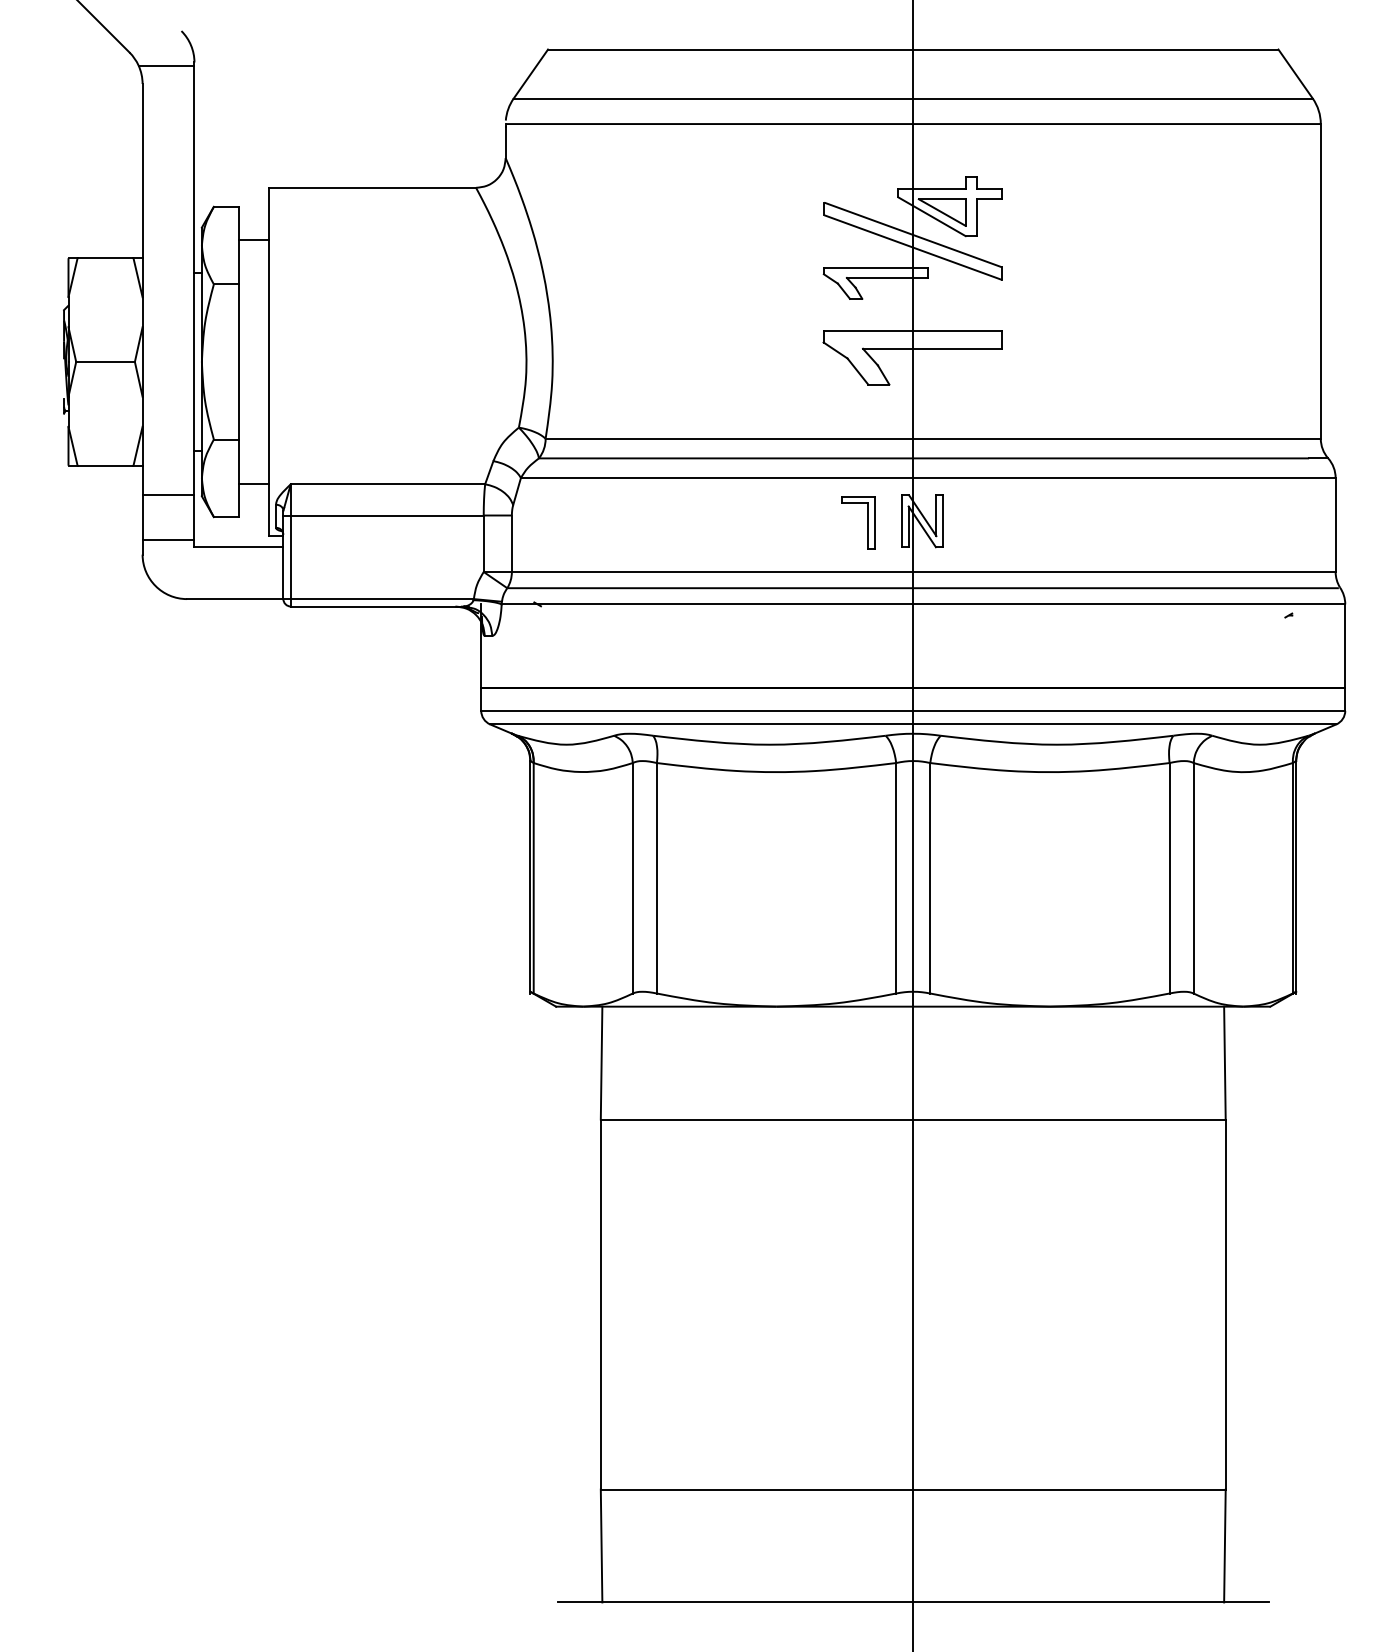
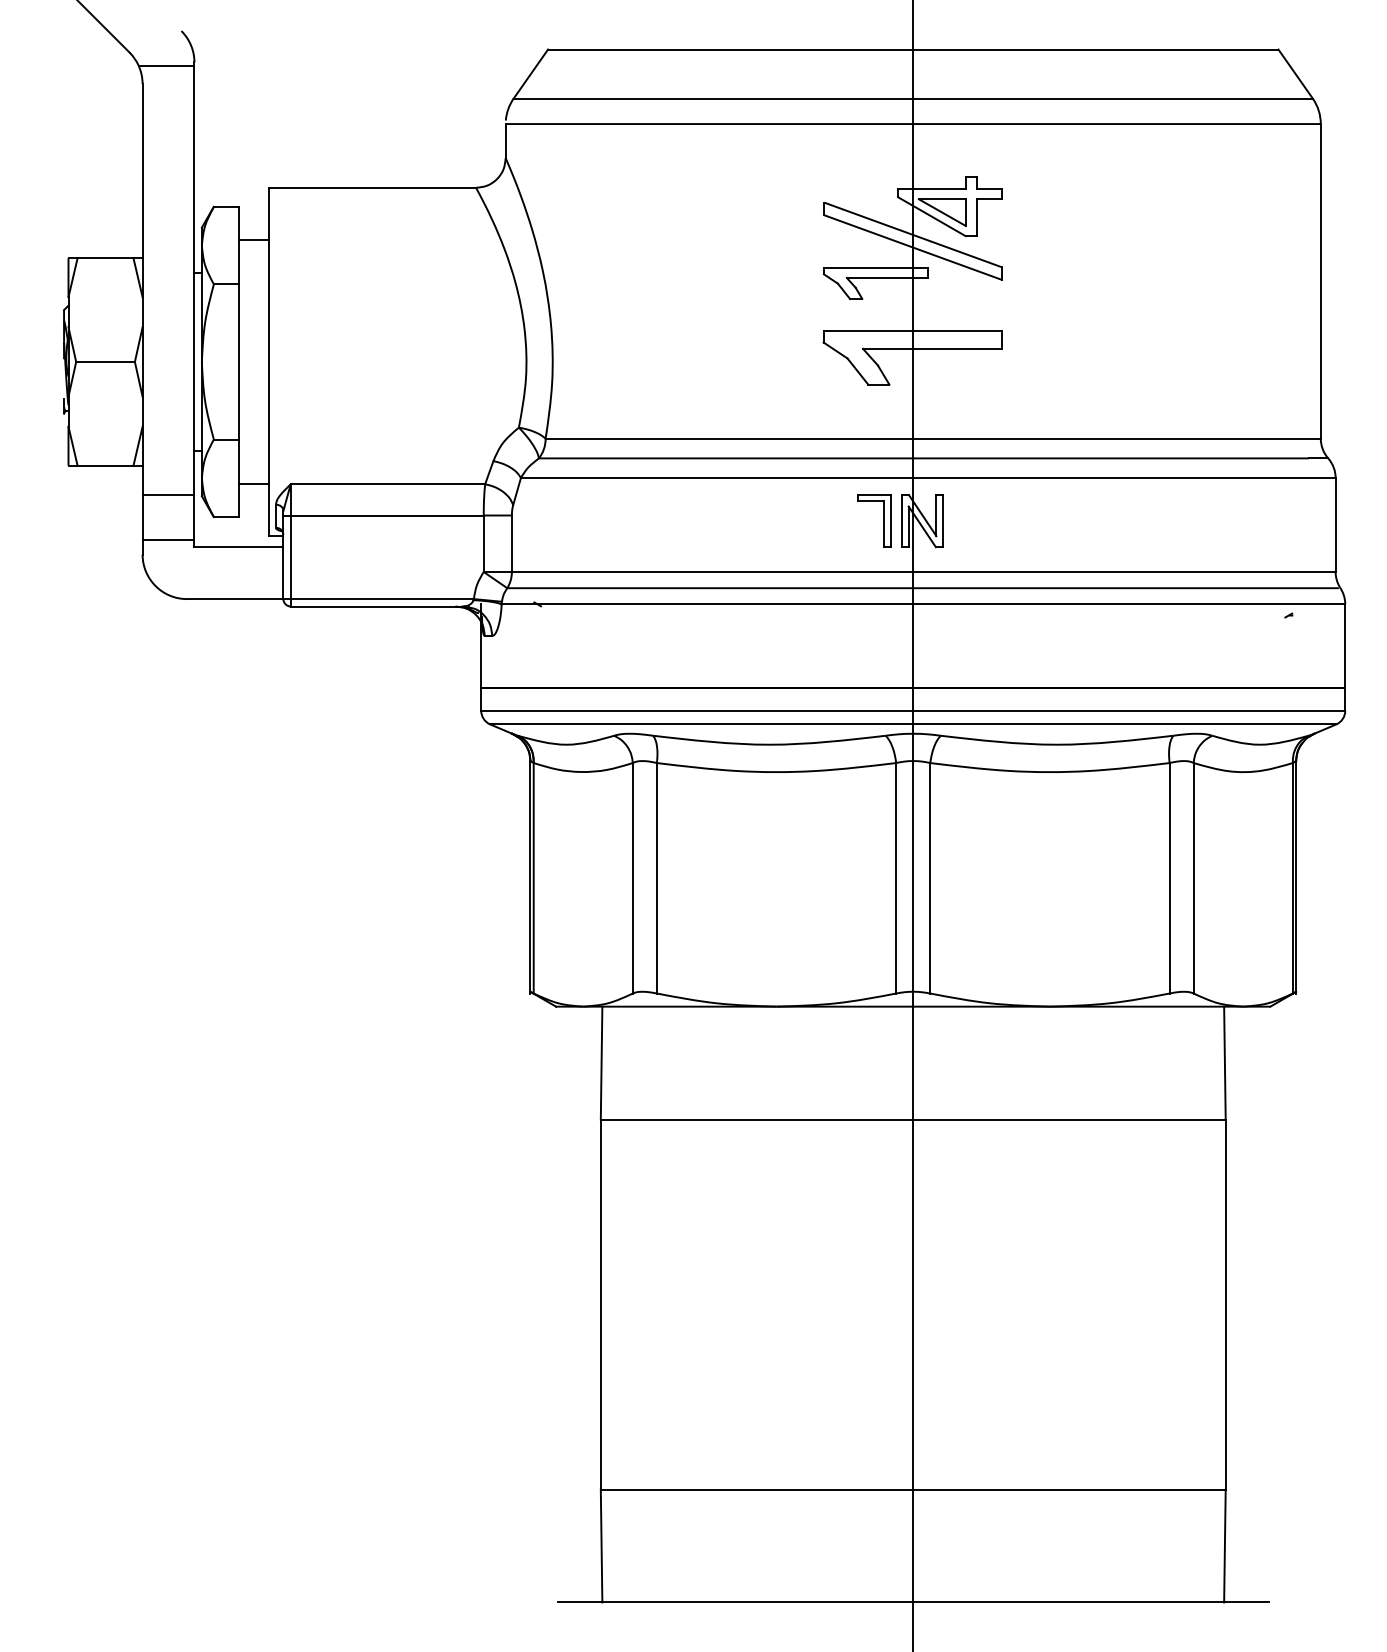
part at (867, 522) position: (867, 522) -> (883, 520)
